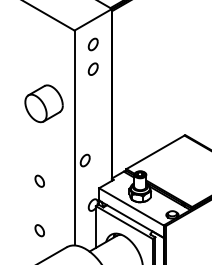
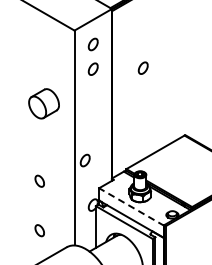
part at (142, 67): none -> present
part at (43, 103) size: 40x40 px -> 32x32 px
line at (131, 207): solid -> dashed
